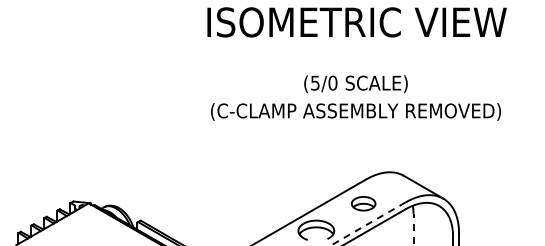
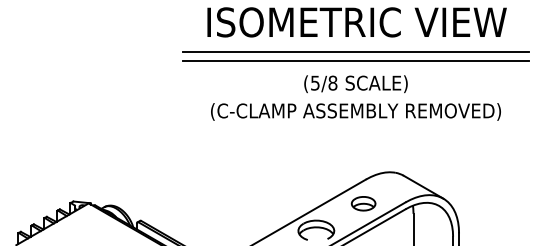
line at (355, 52): none -> present
line at (355, 60): none -> present
text at (332, 83): (5/0 -> (5/8
line at (367, 224): dashed -> solid
line at (413, 229): dashed -> solid
